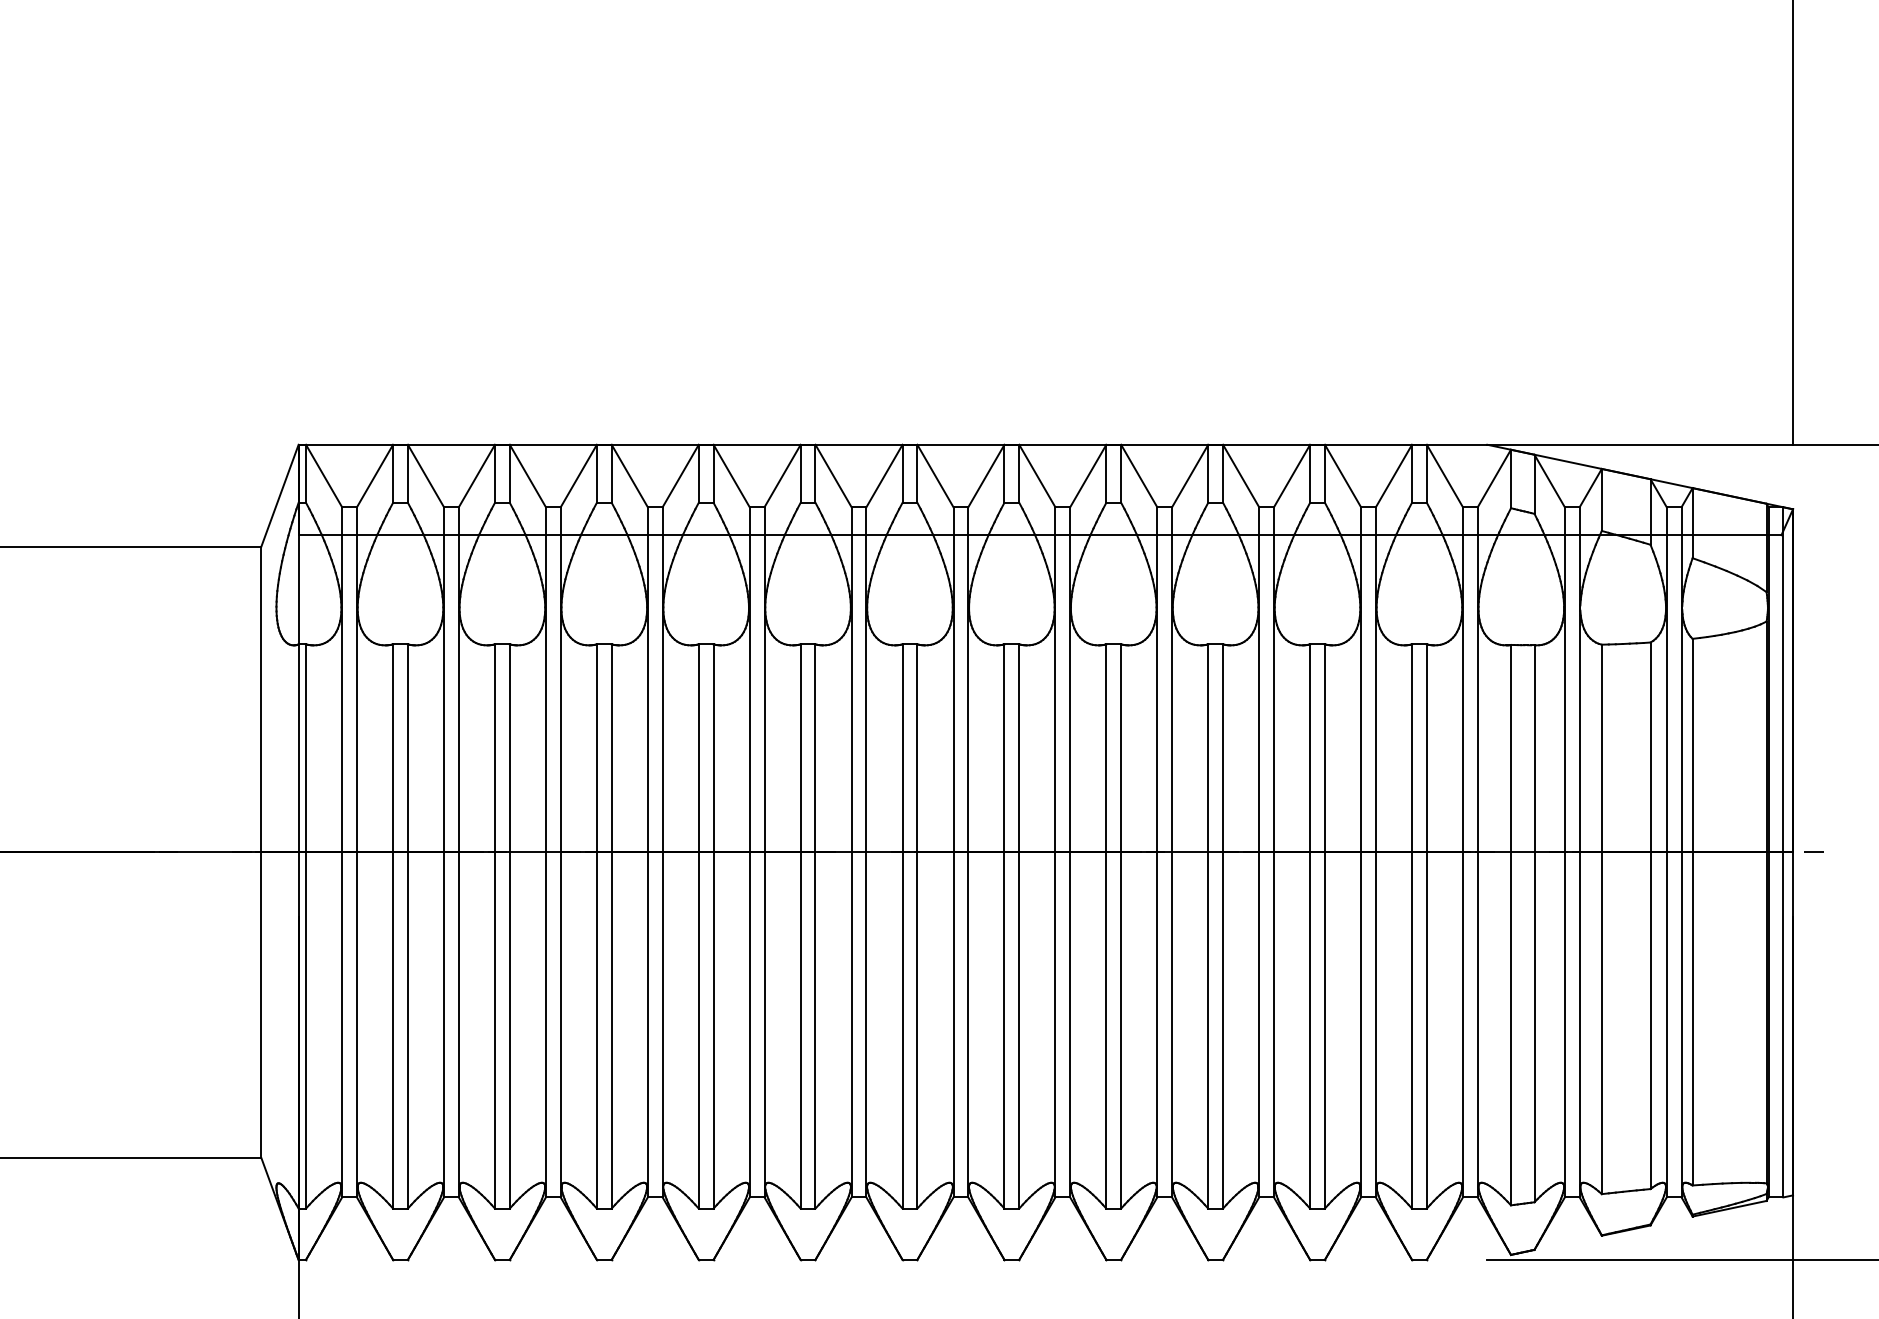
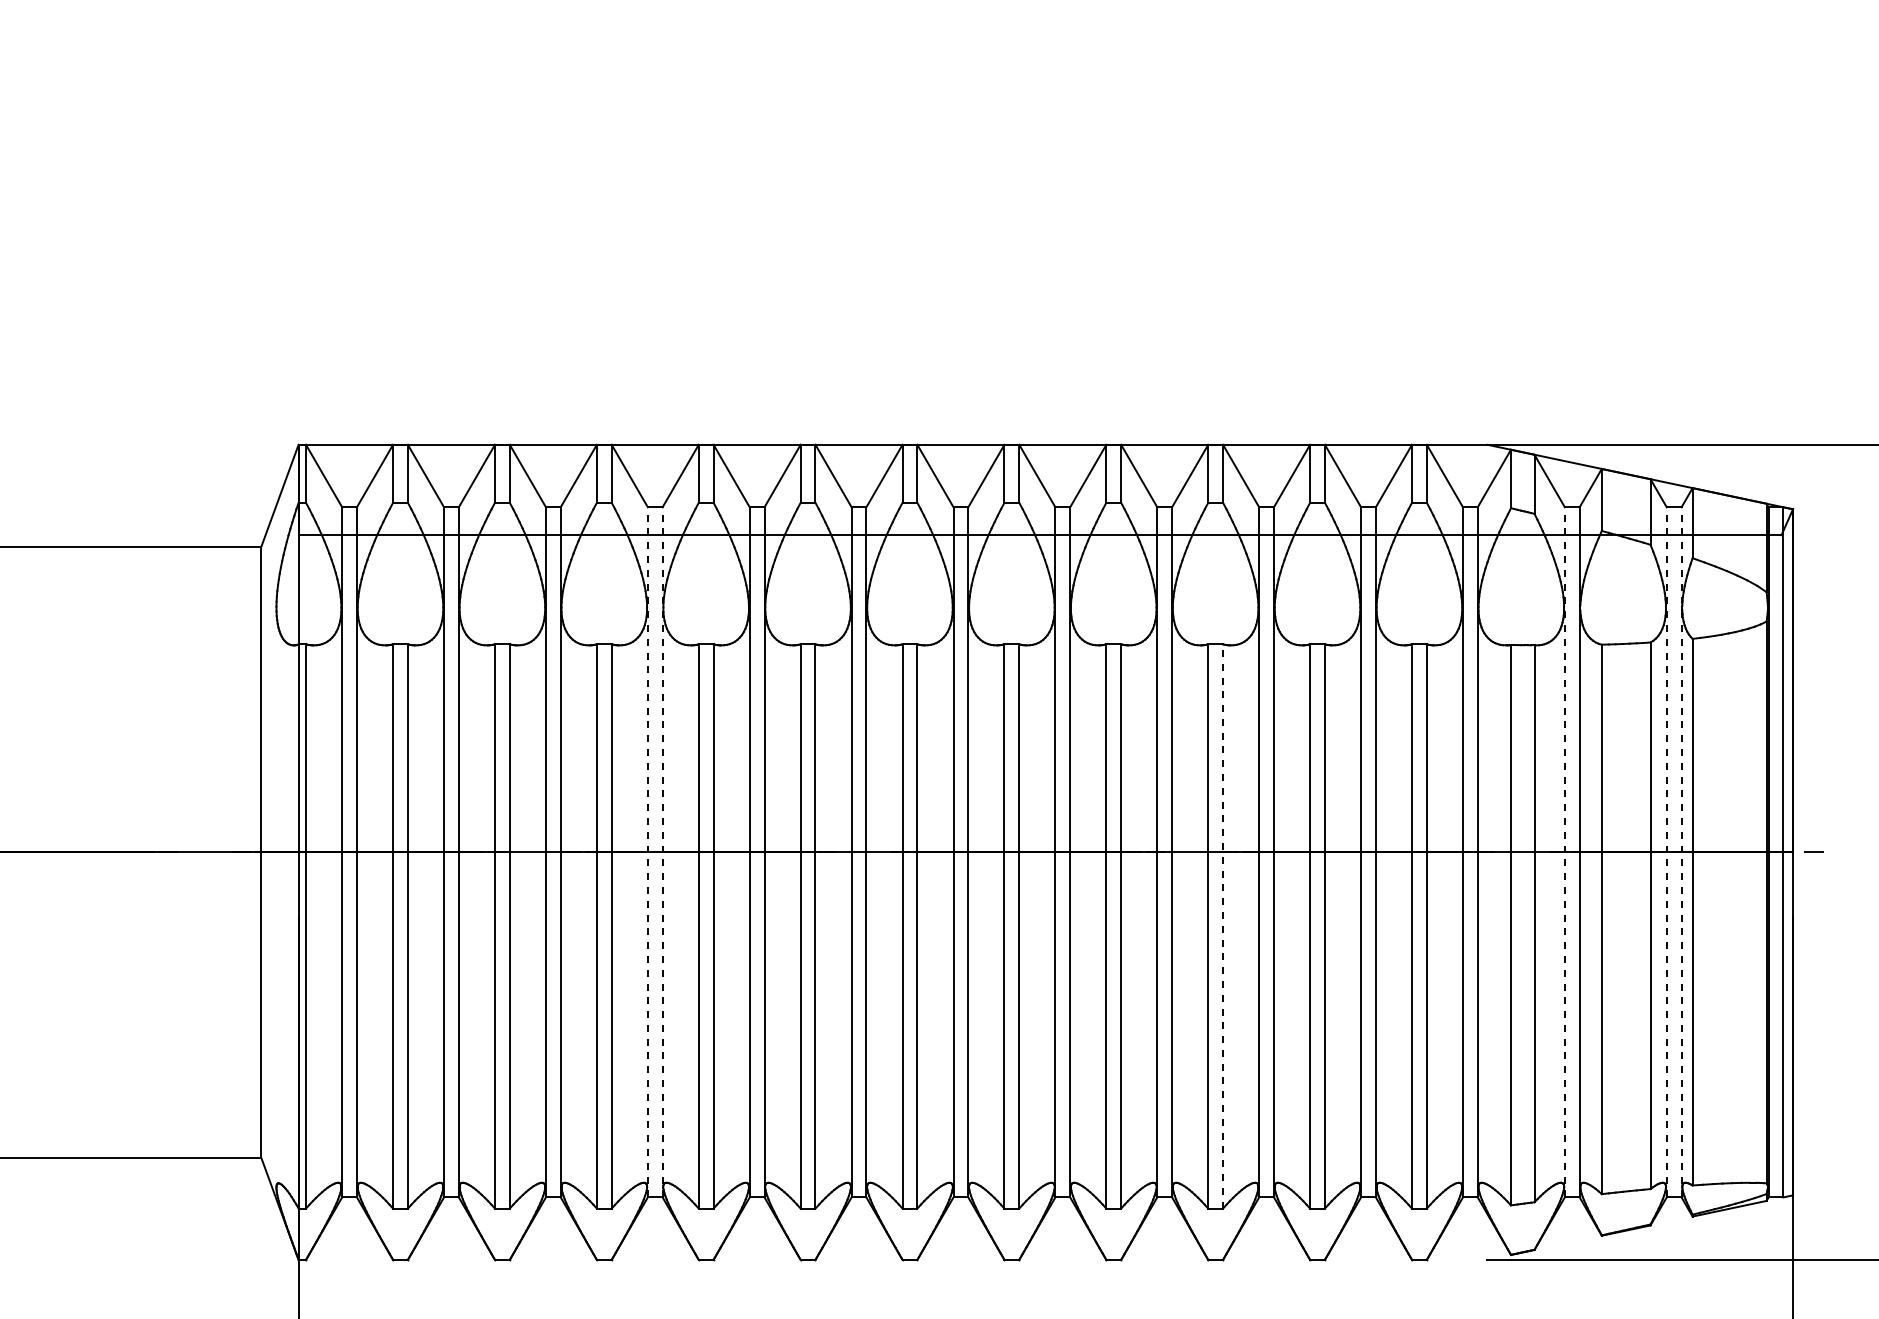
line at (1793, 223): present -> none
line at (647, 851): solid -> dashed
line at (662, 851): solid -> dashed
line at (1564, 851): solid -> dashed
line at (1666, 851): solid -> dashed
line at (1681, 851): solid -> dashed
line at (1223, 926): solid -> dashed
